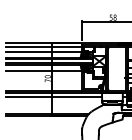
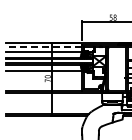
line at (44, 47): solid -> dashed
line at (54, 97): present -> none
